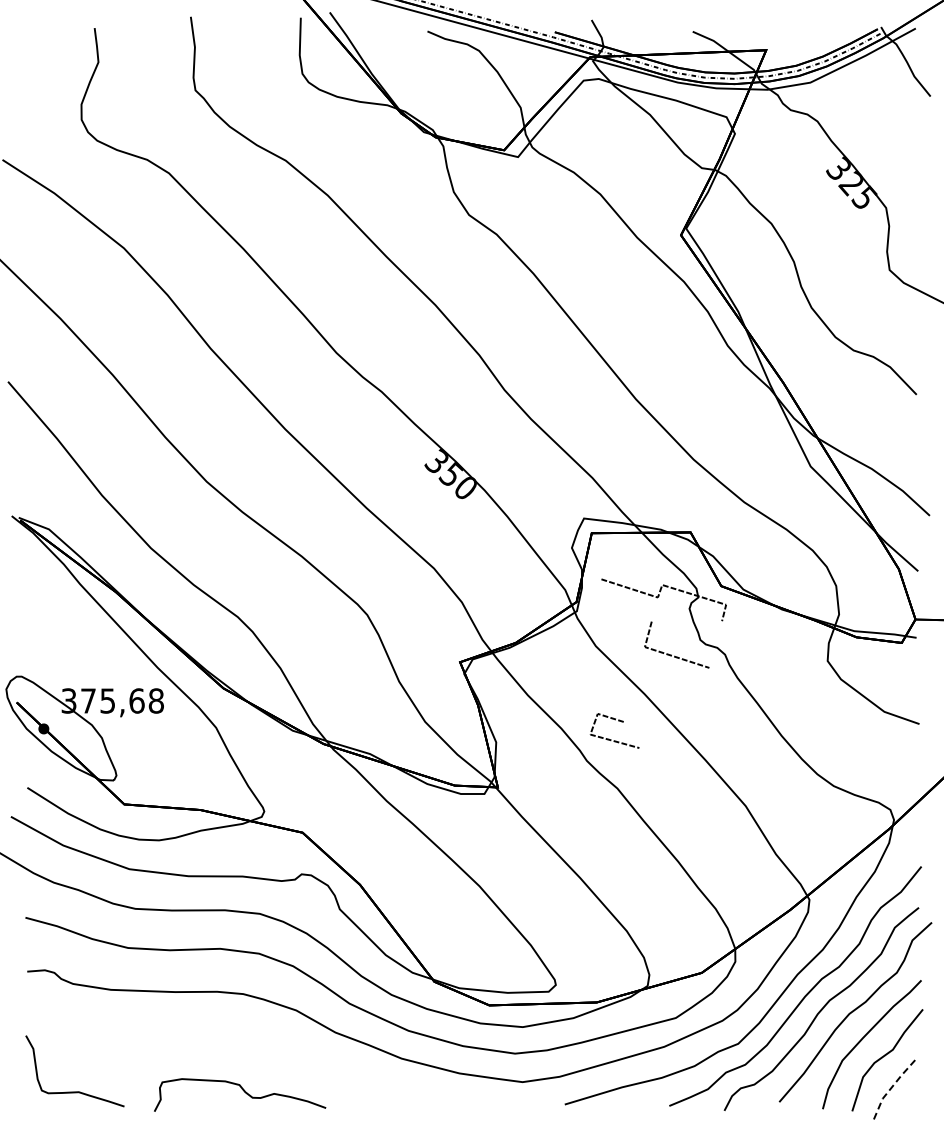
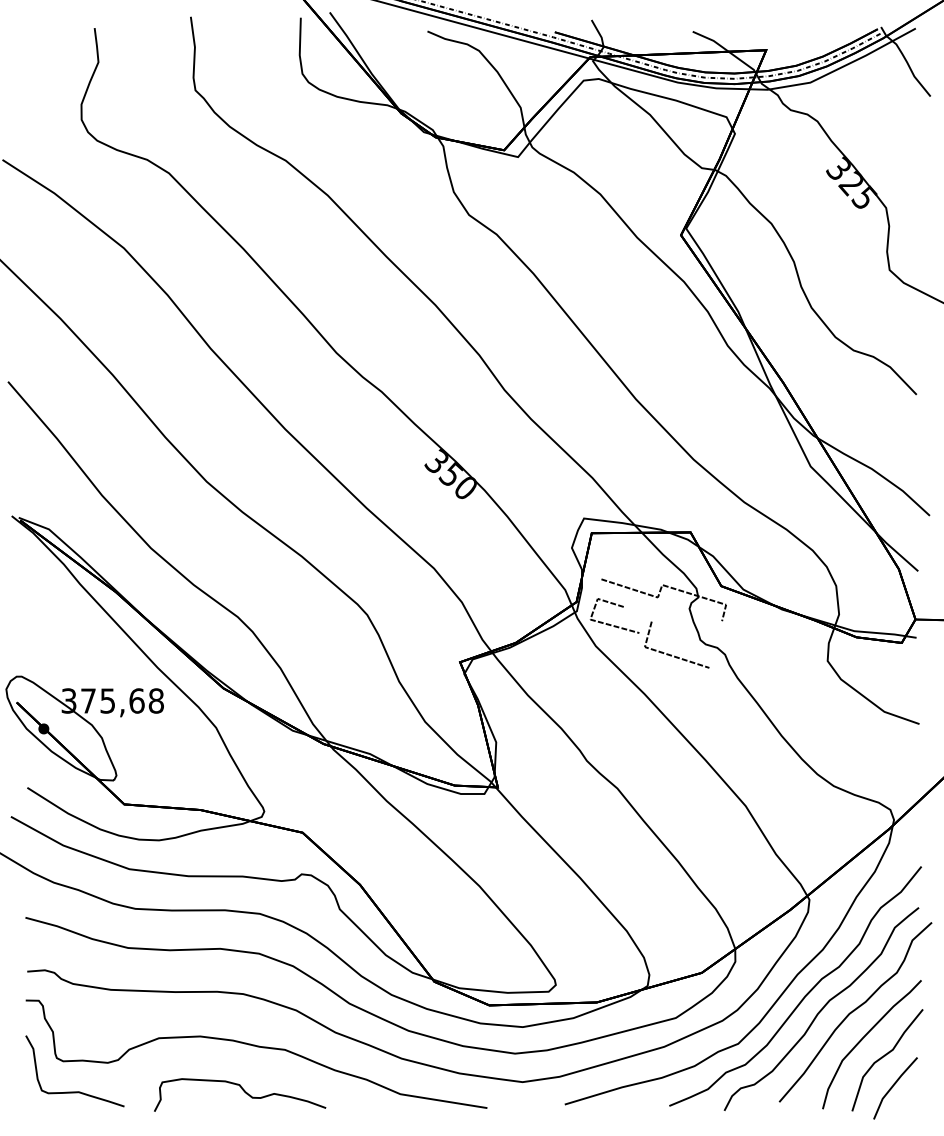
line at (609, 738) position: (609, 738) -> (609, 623)
curve at (257, 1047): none -> present
line at (892, 1086): dashed -> solid
